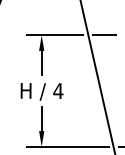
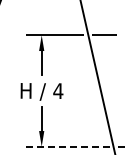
line at (67, 146): solid -> dashed
